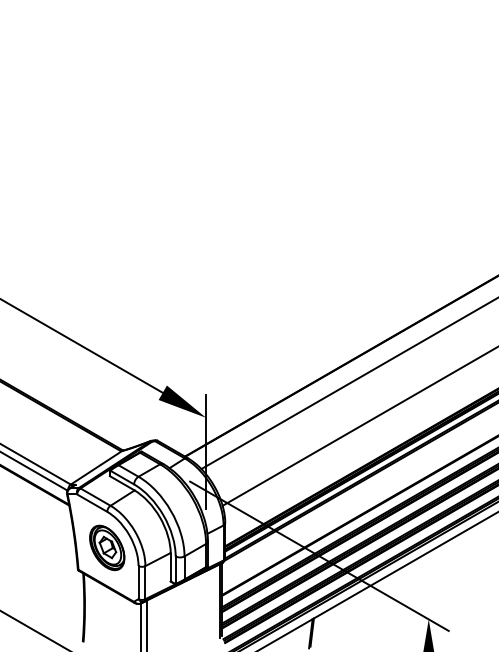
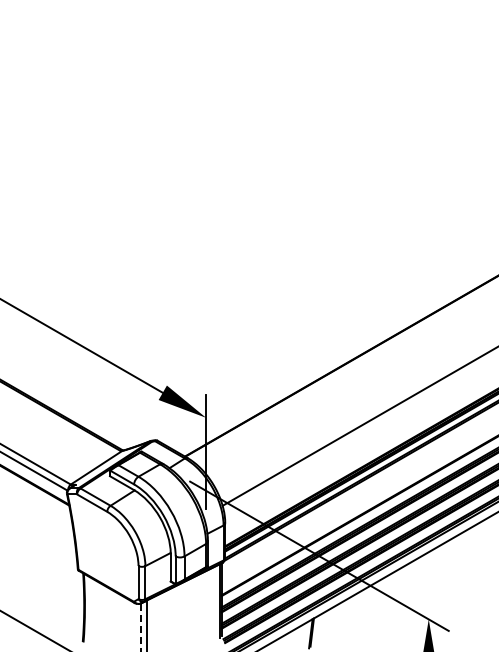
line at (348, 384): present -> none
part at (107, 547): present -> none
line at (140, 627): solid -> dashed
